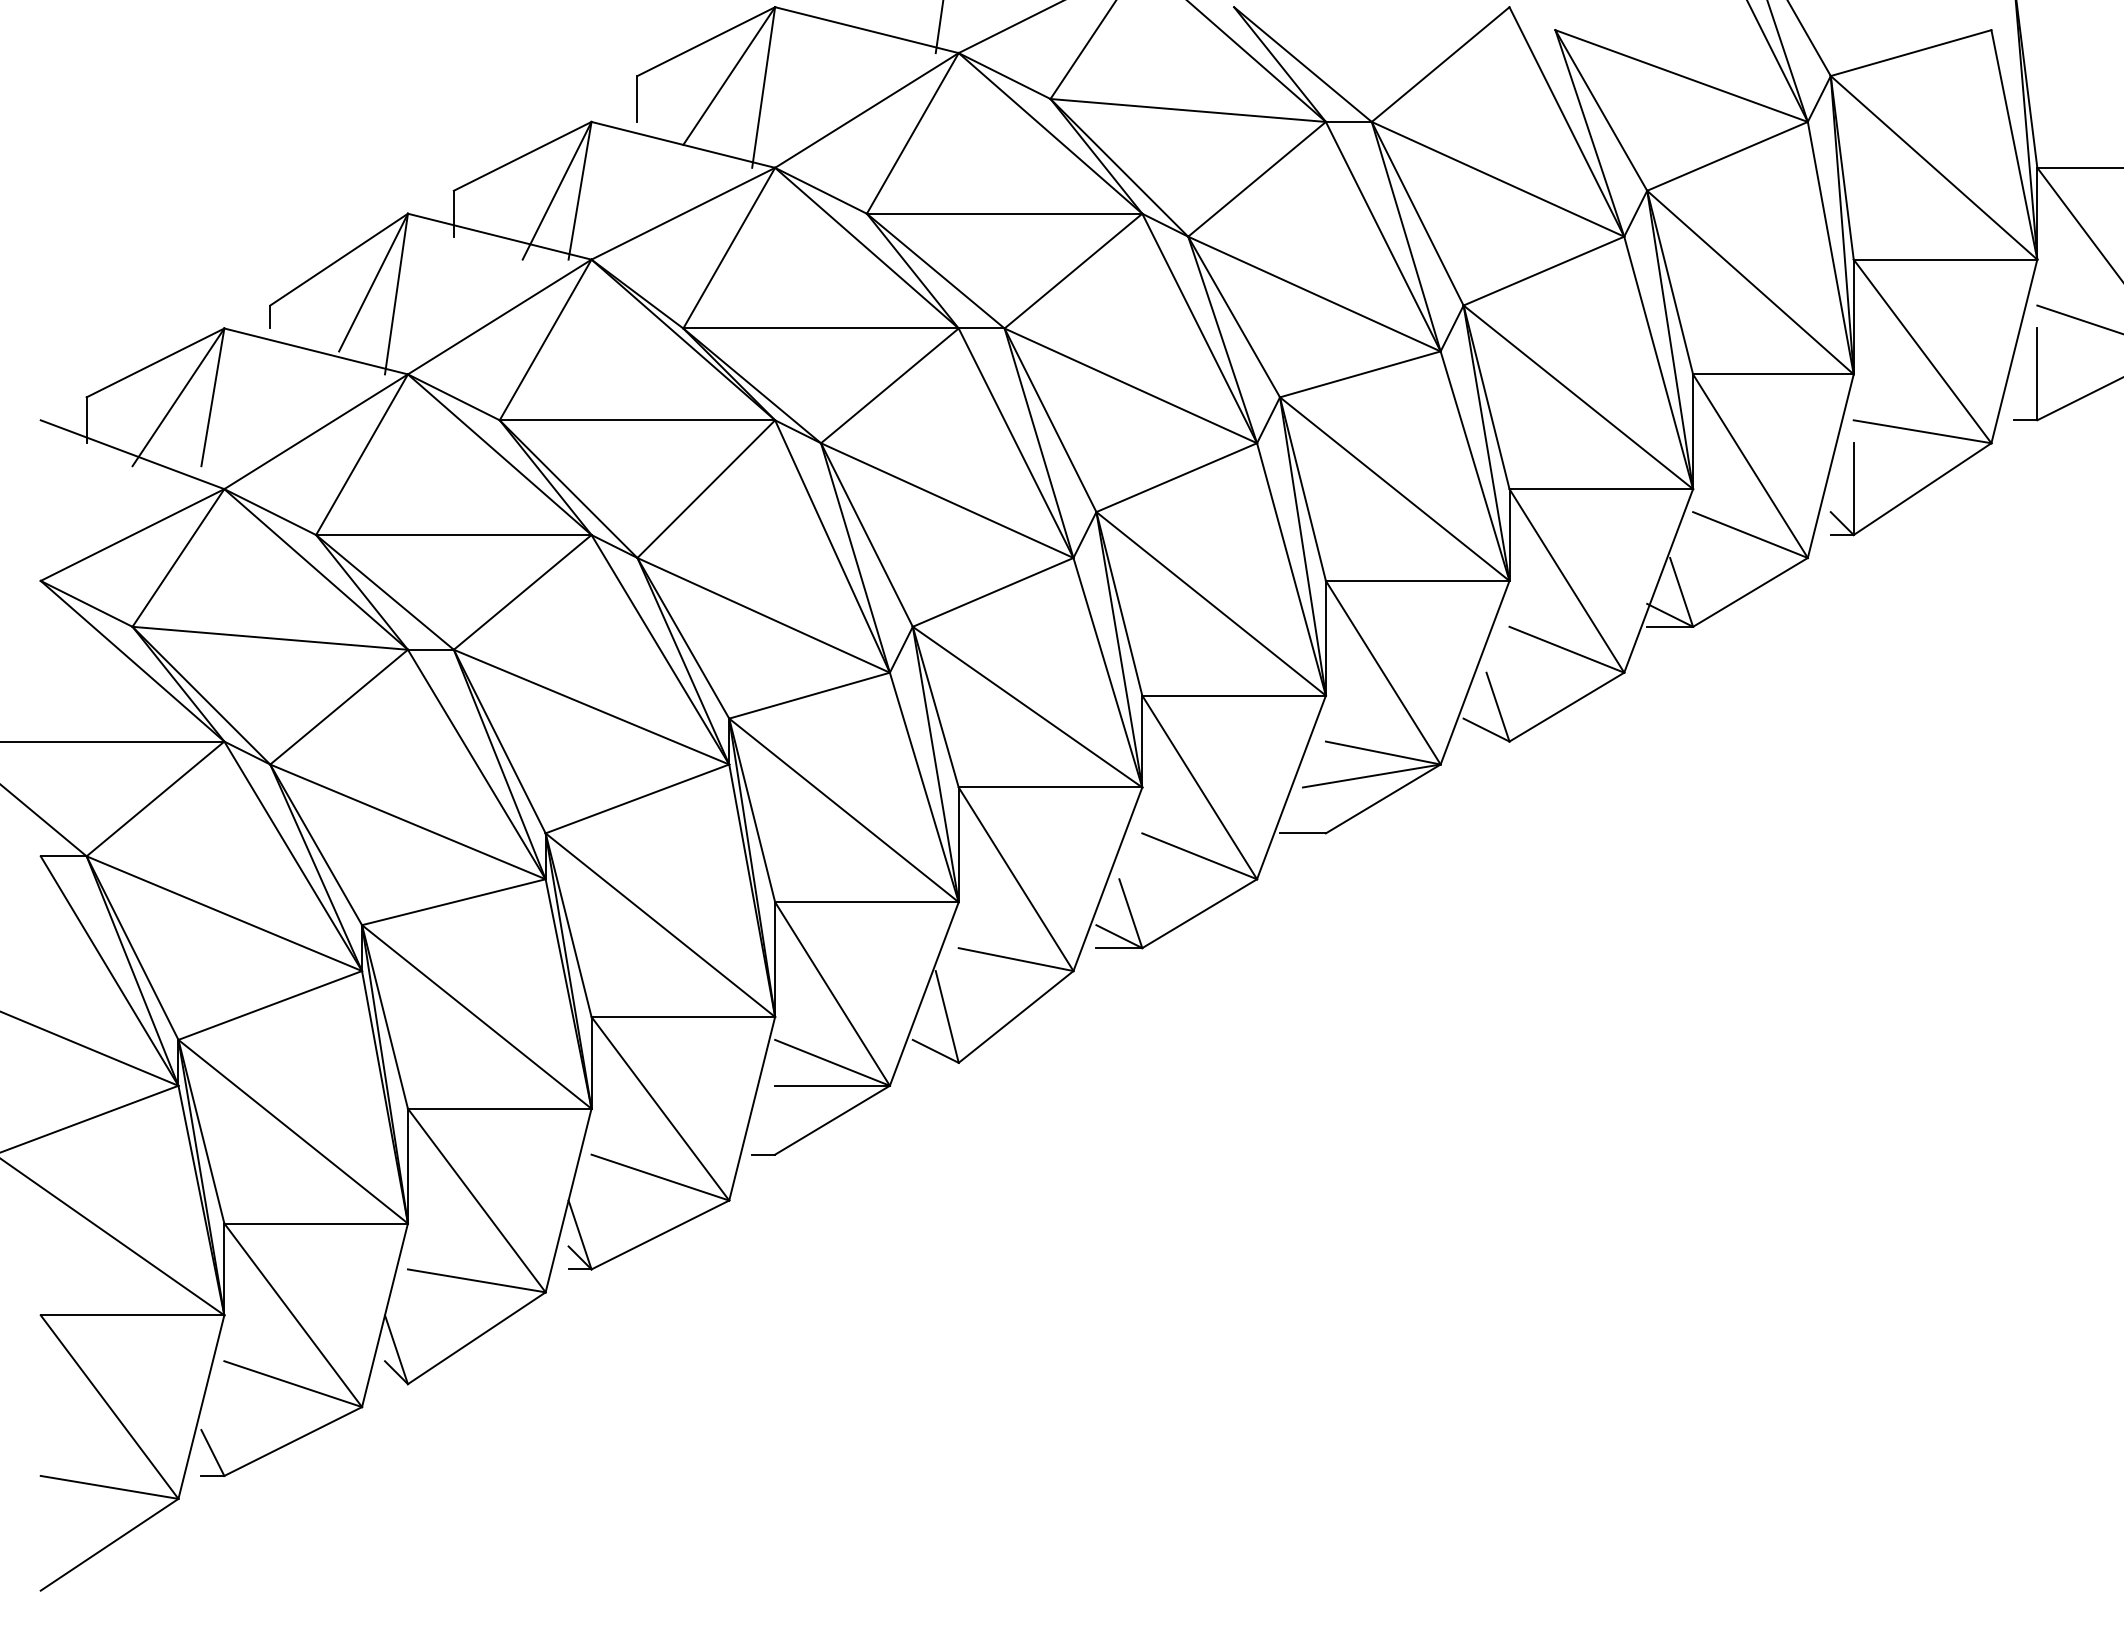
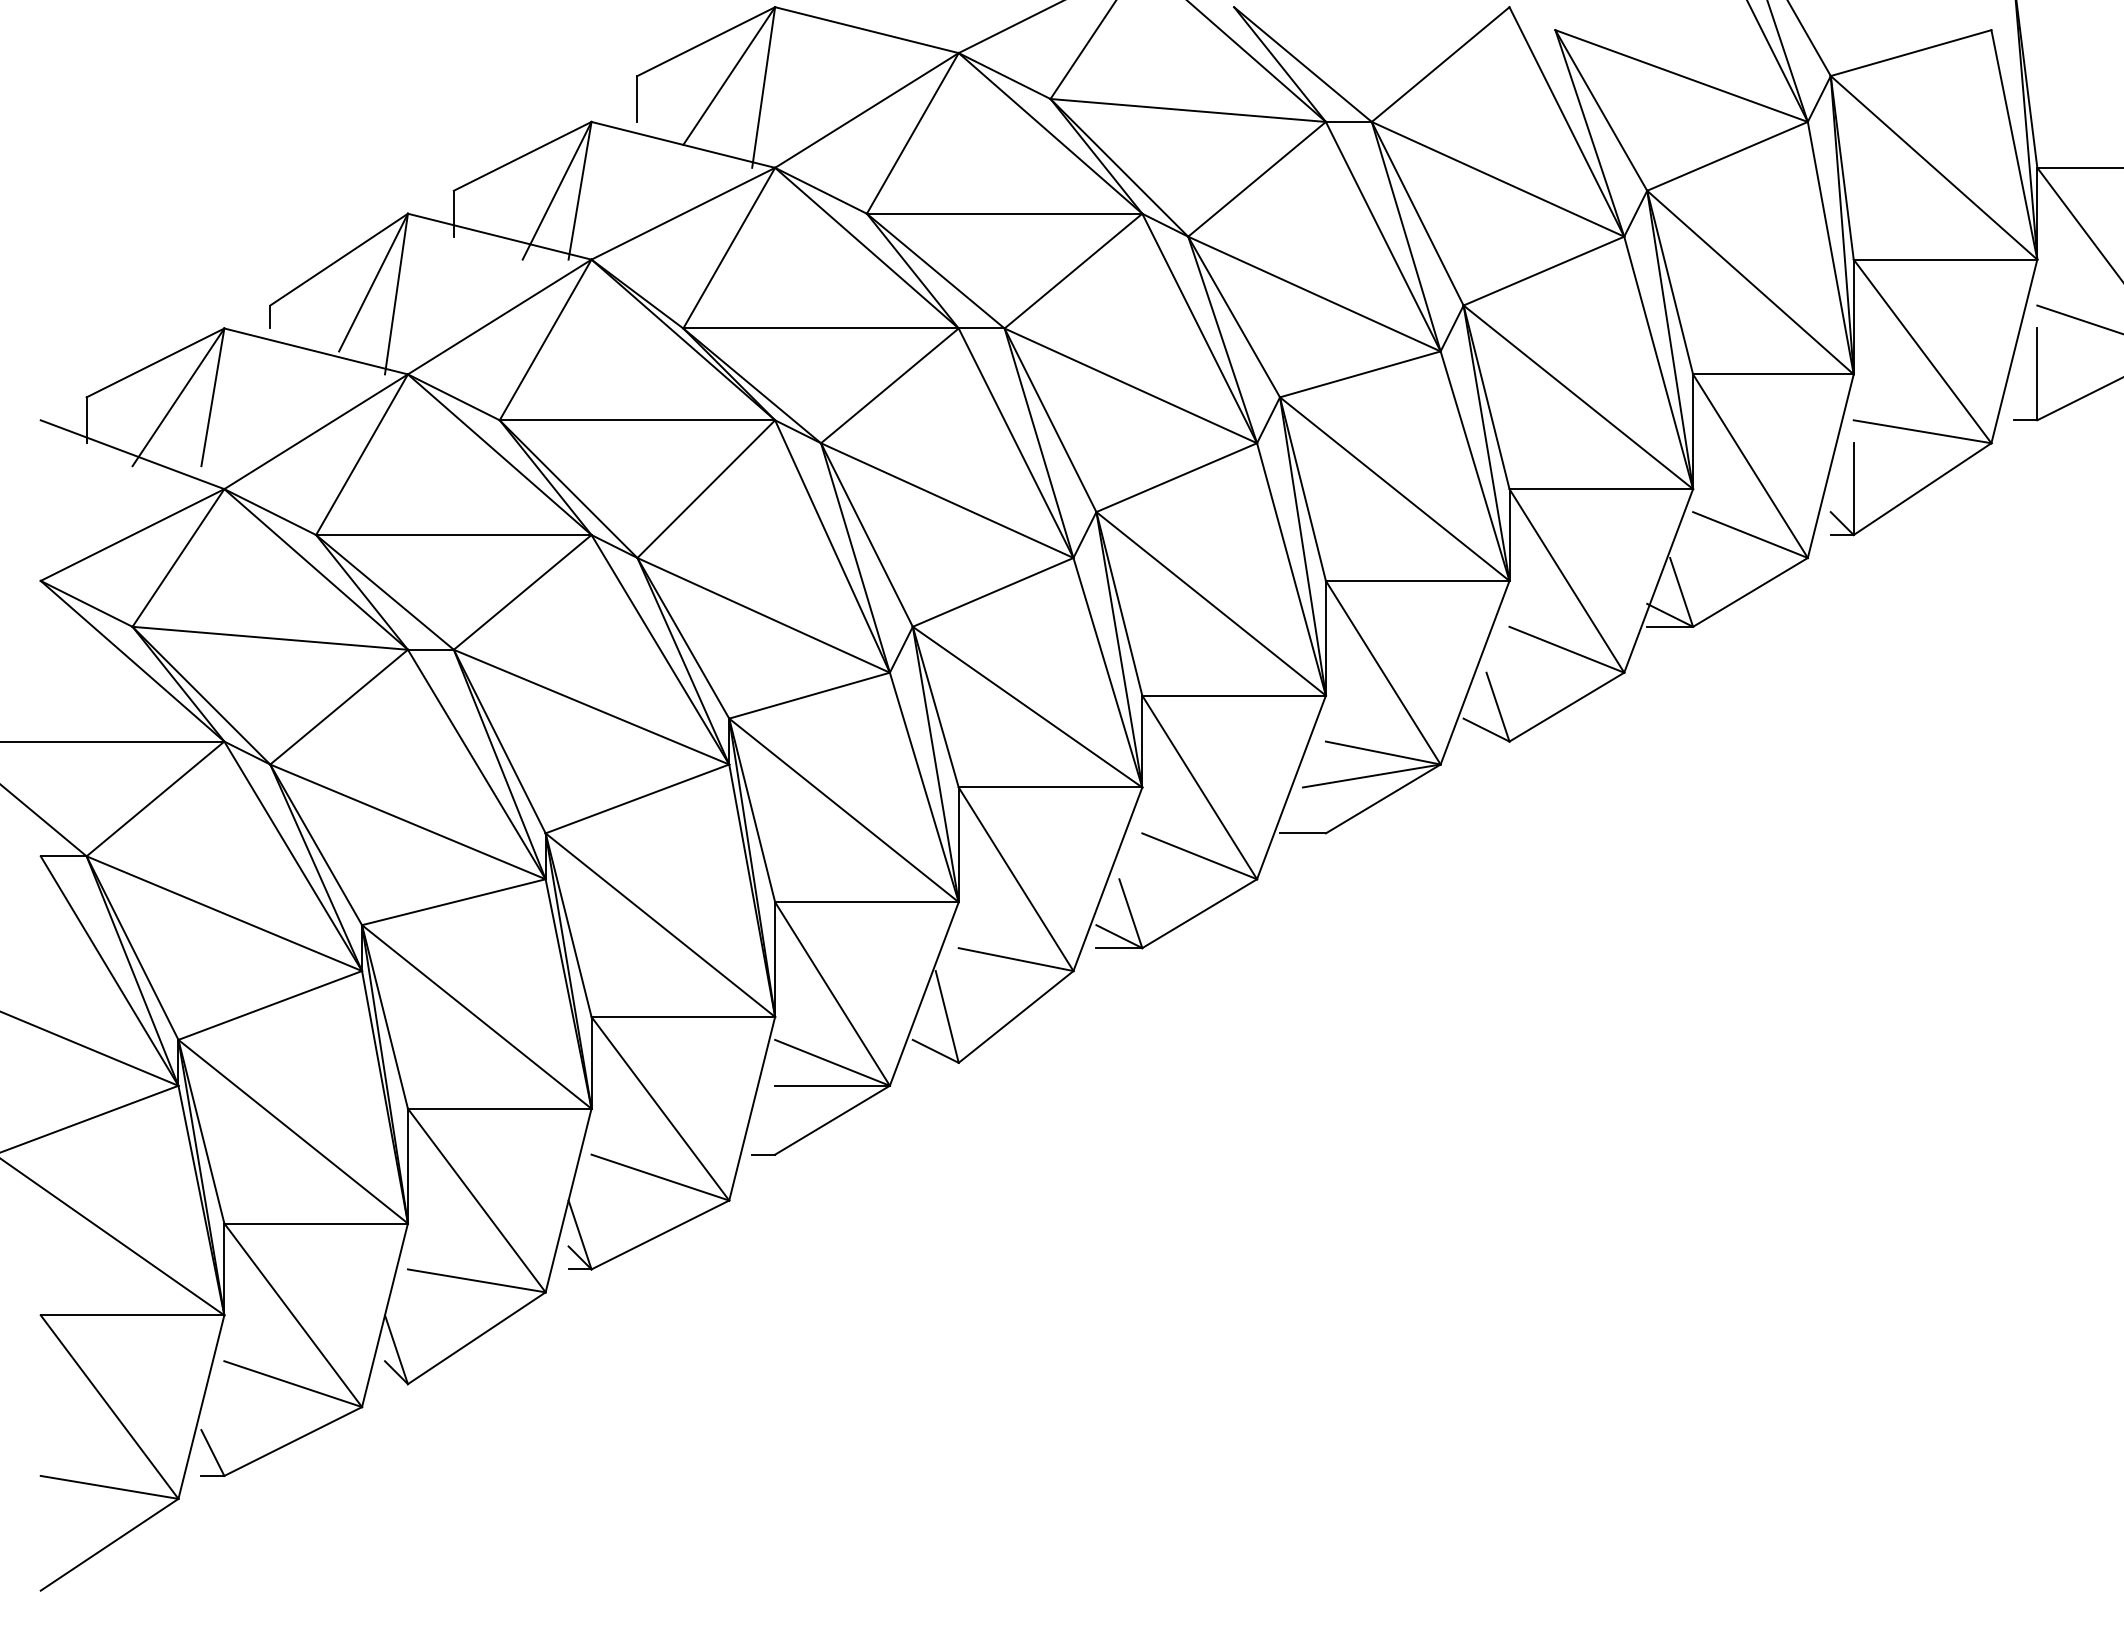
line at (939, 27): present -> none
